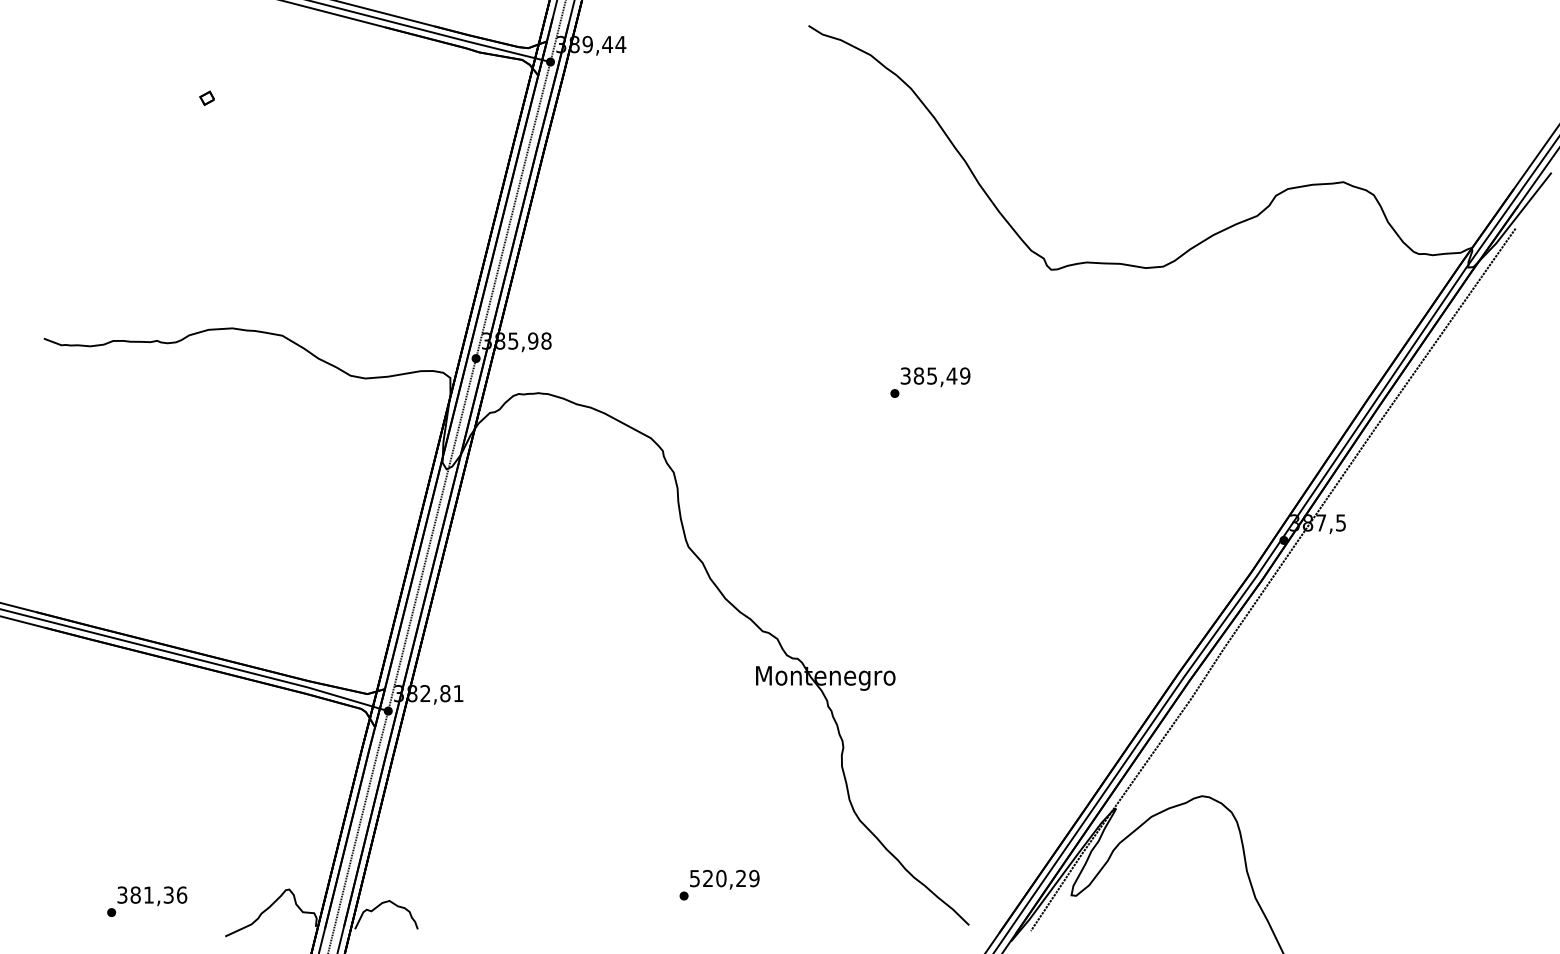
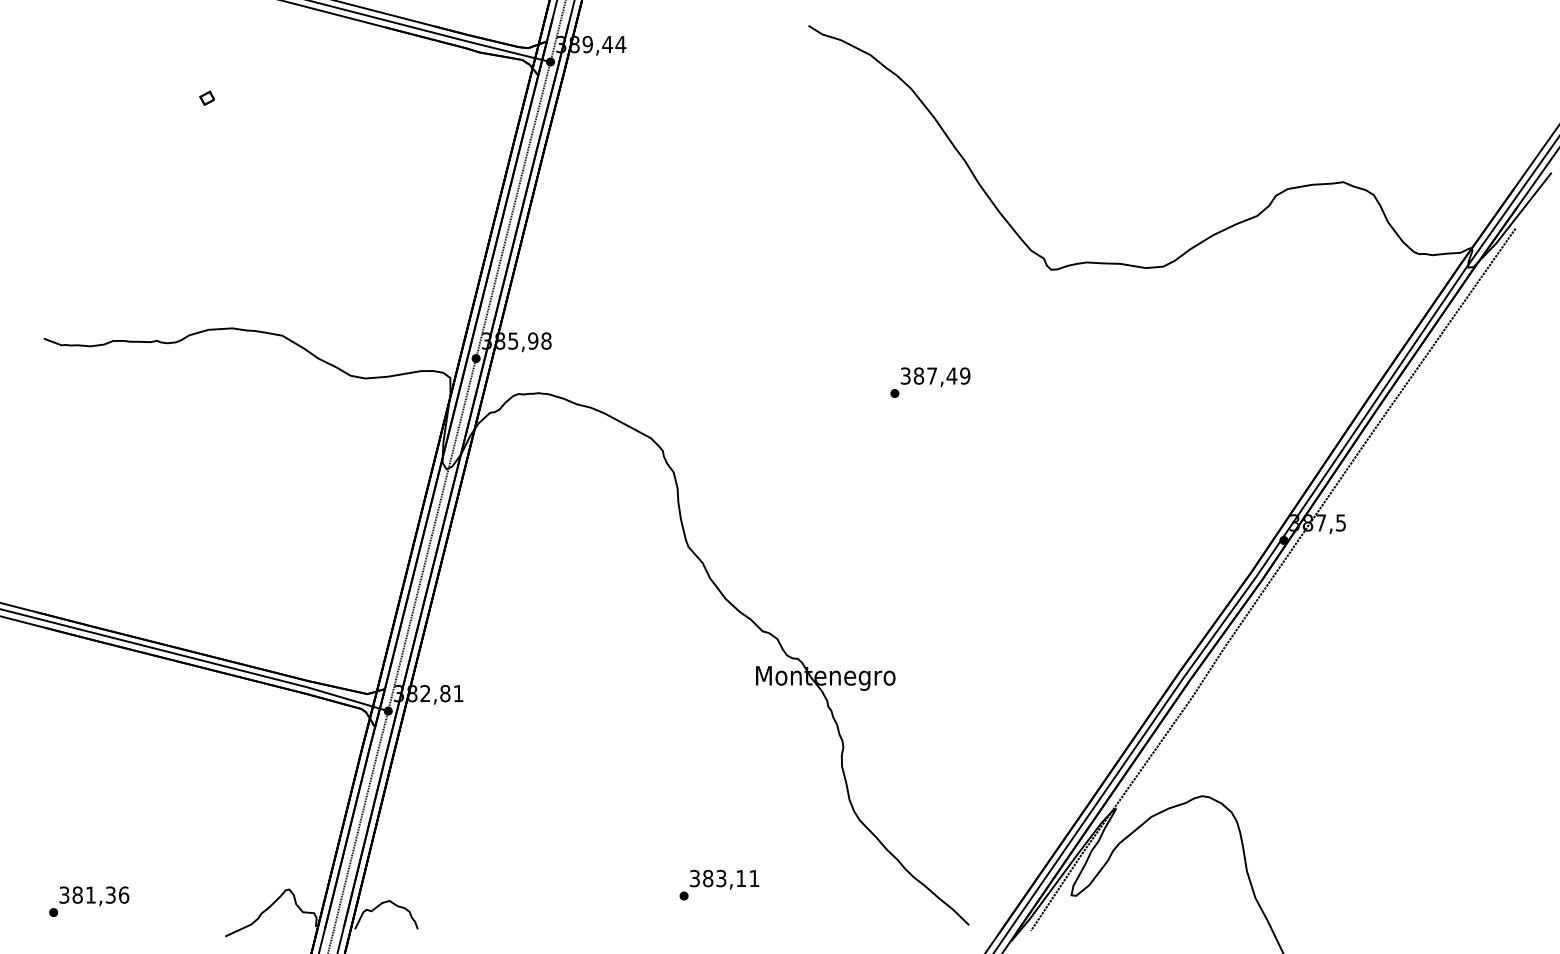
text at (931, 375): 385,49 -> 387,49
text at (724, 878): 520,29 -> 383,11
text at (147, 901) position: (147, 901) -> (89, 901)
